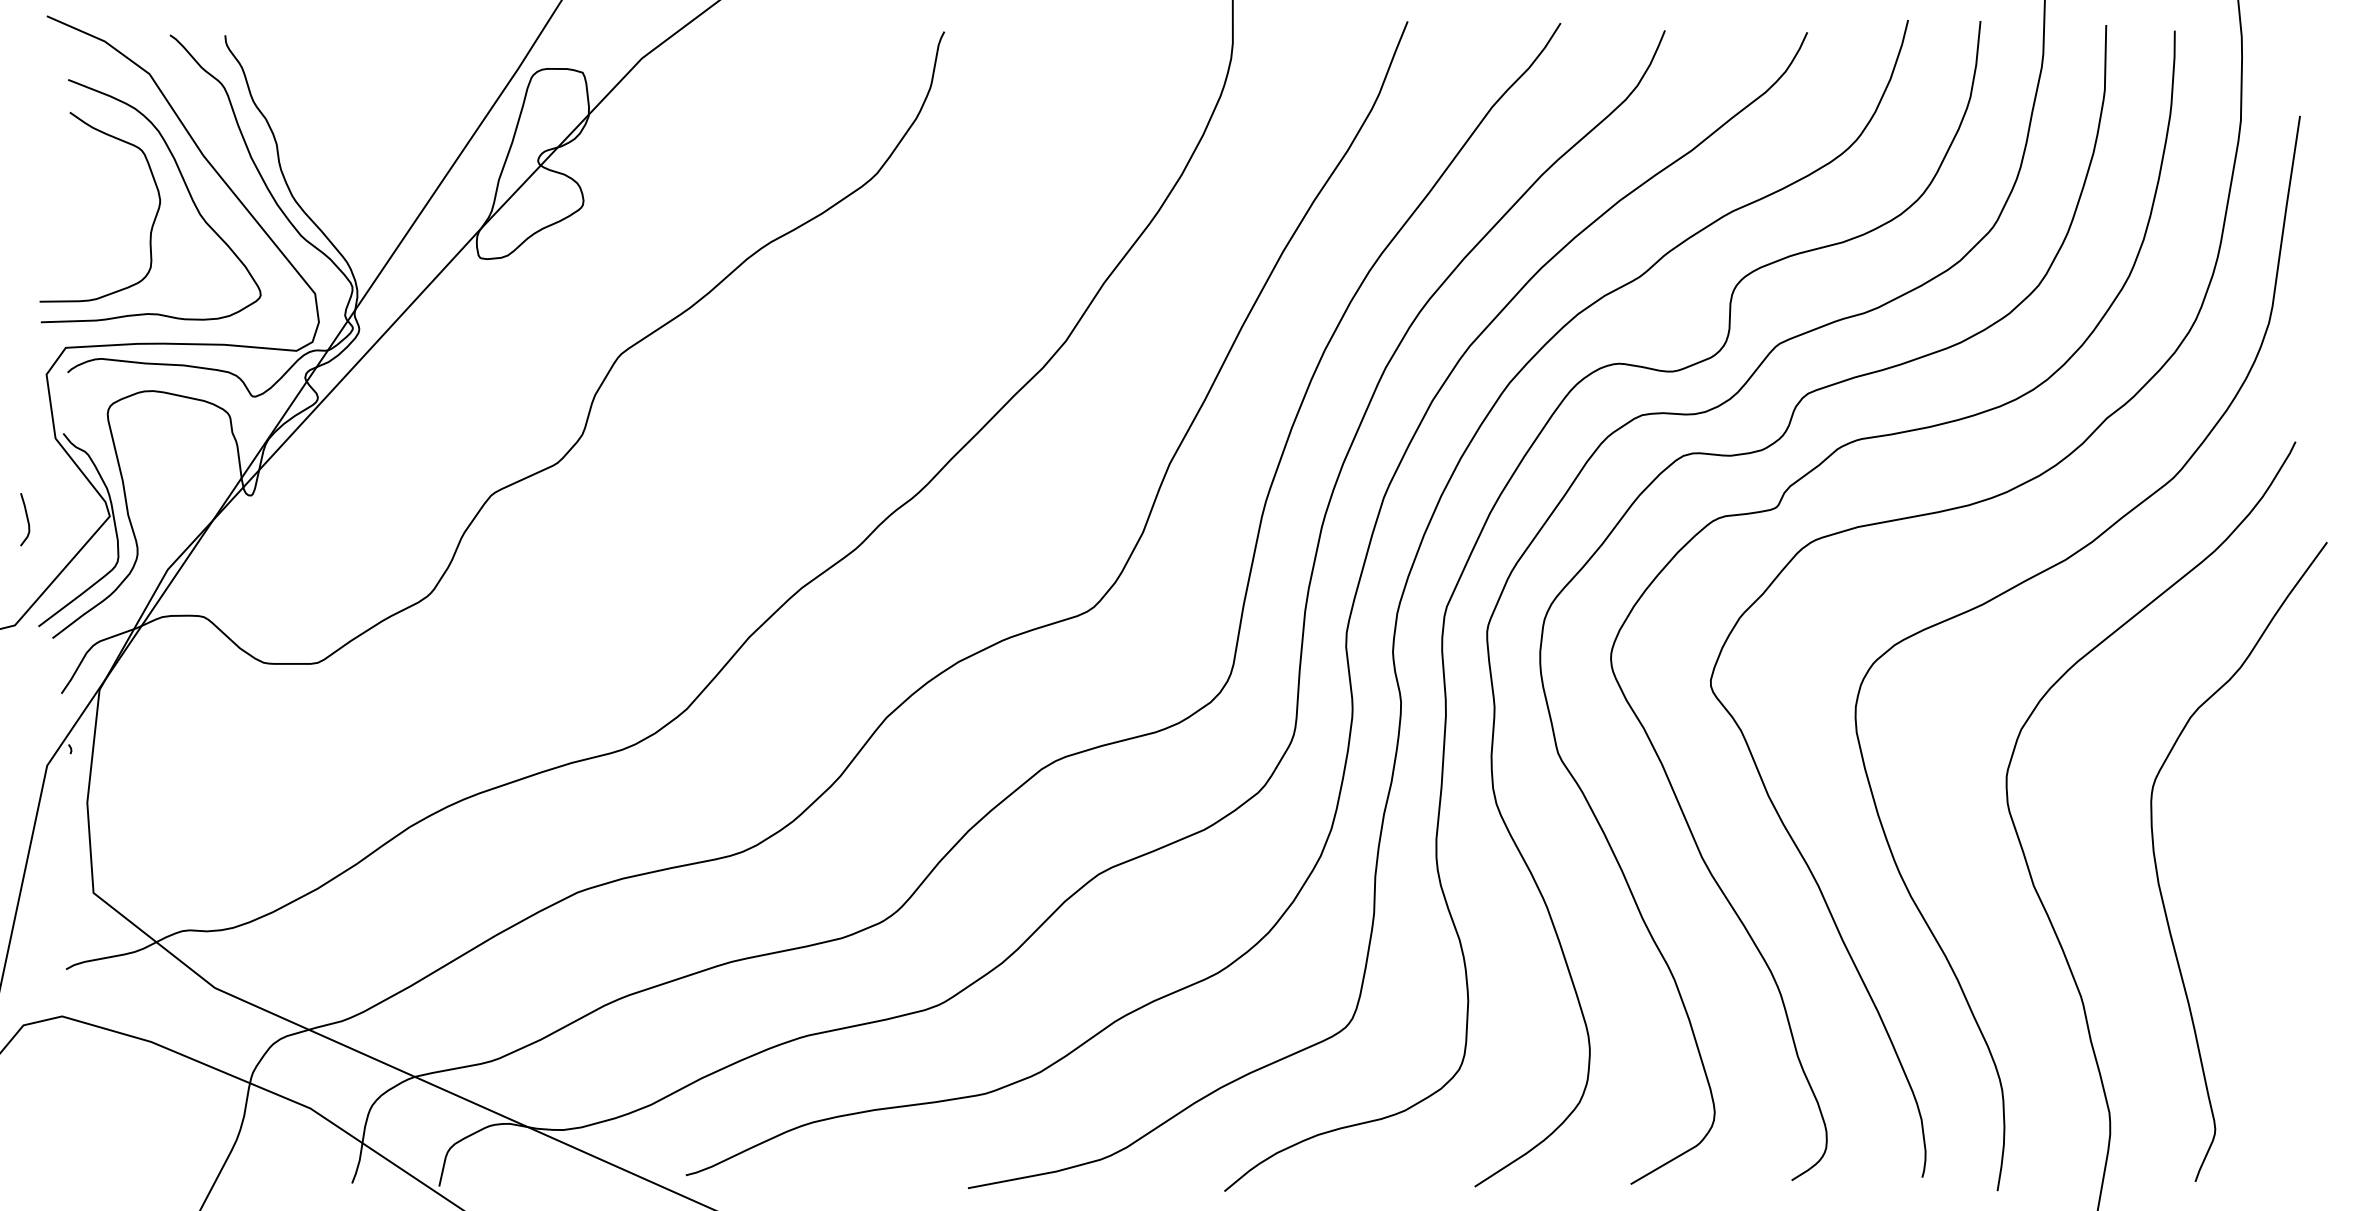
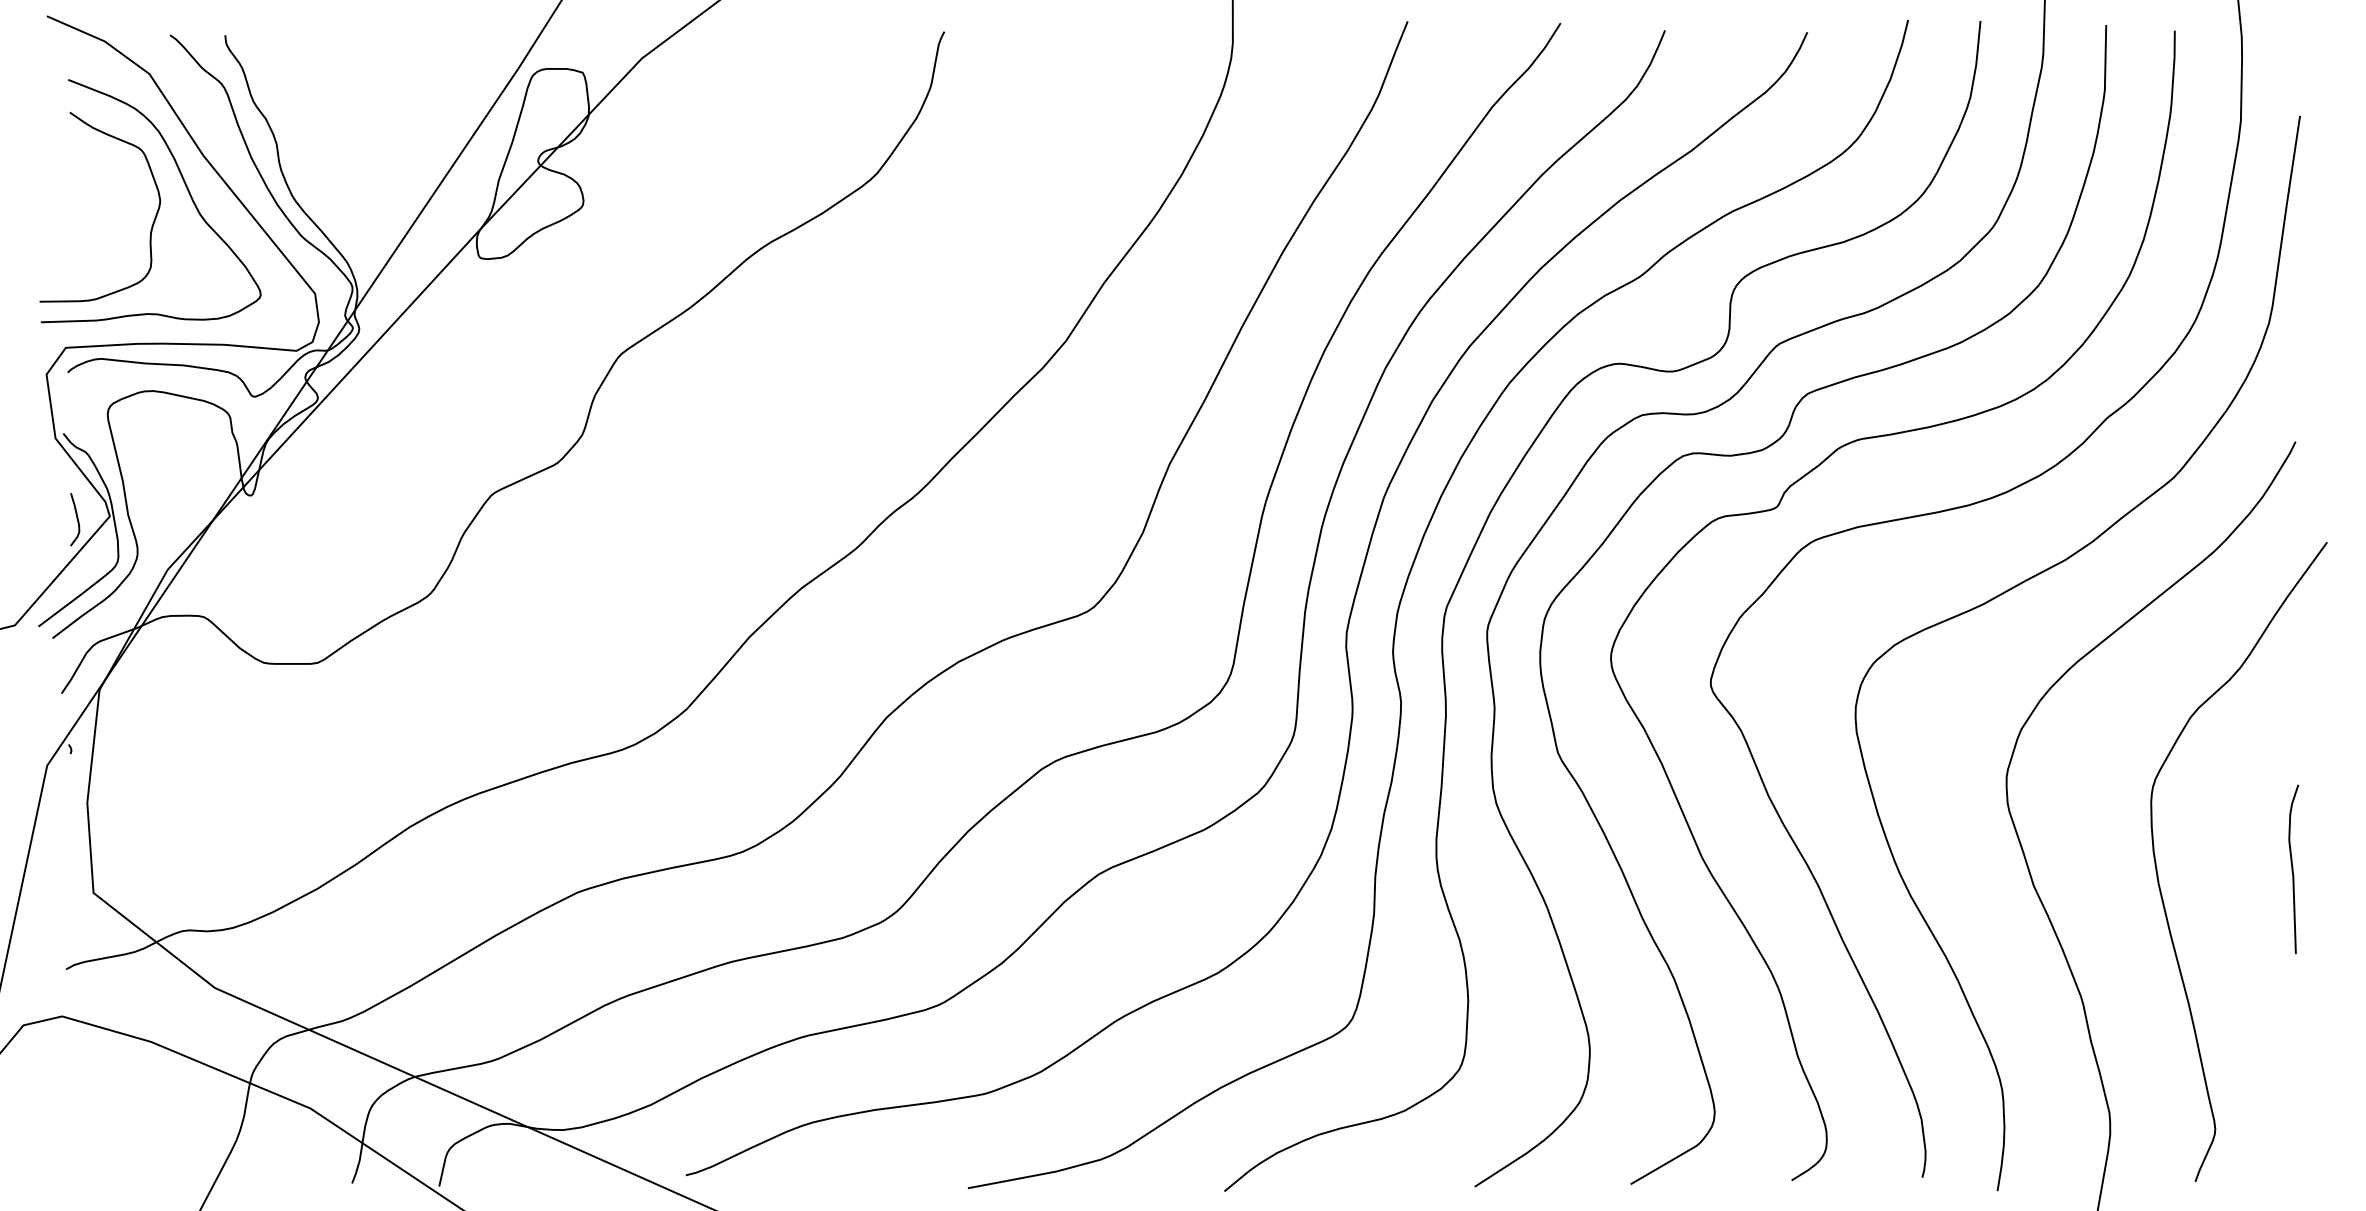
curve at (26, 519) position: (26, 519) -> (76, 519)
curve at (2293, 869): none -> present
